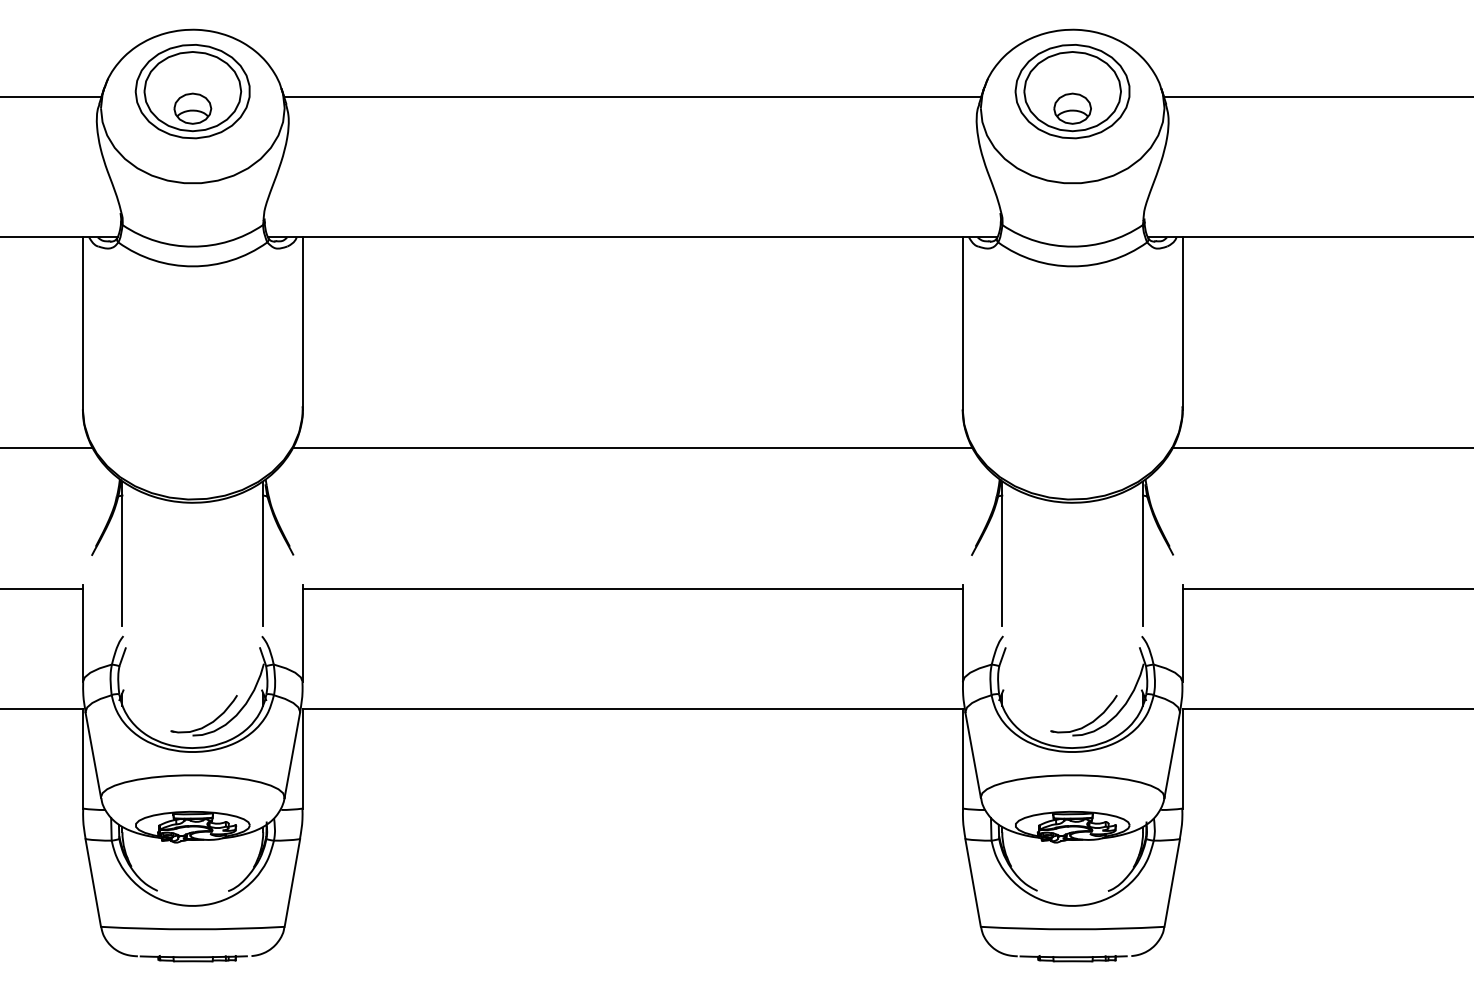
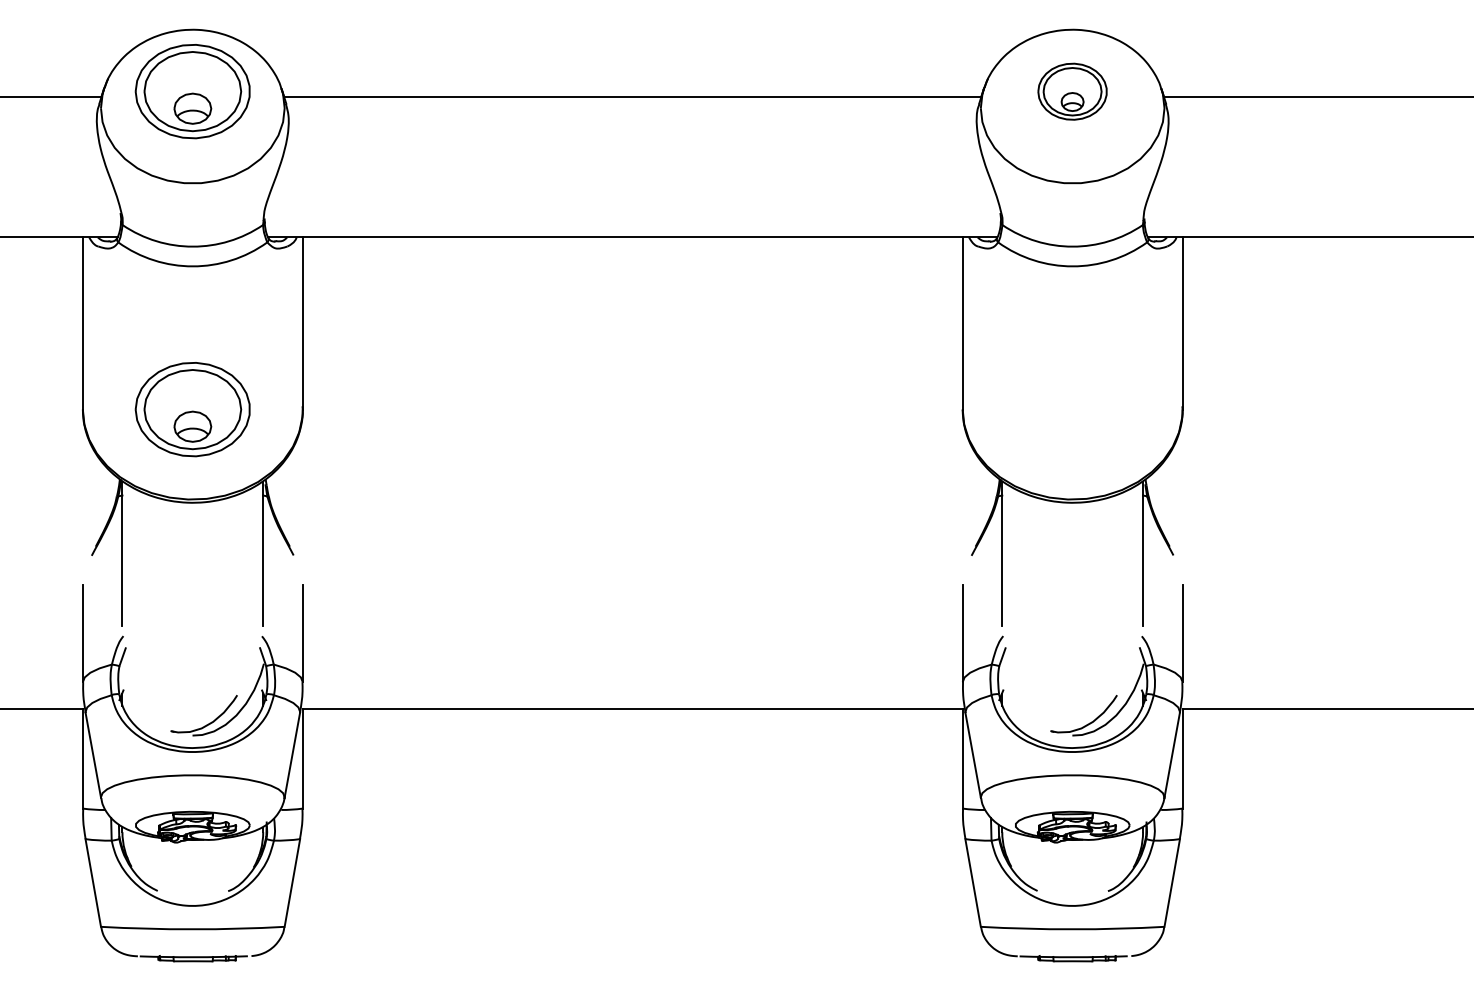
part at (1072, 91) size: 117x96 px -> 71x59 px
part at (192, 409): none -> present
line at (47, 448): present -> none
line at (632, 448): present -> none
line at (1321, 448): present -> none
line at (42, 589): present -> none
line at (632, 589): present -> none
line at (1326, 589): present -> none
